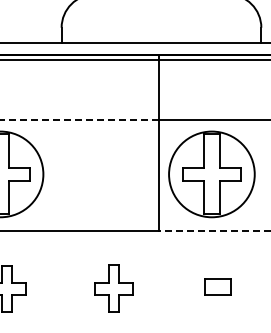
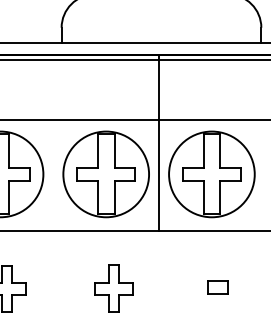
line at (79, 119): dashed -> solid
part at (105, 174): none -> present
line at (214, 231): dashed -> solid
part at (217, 286) size: 28x18 px -> 22x15 px
